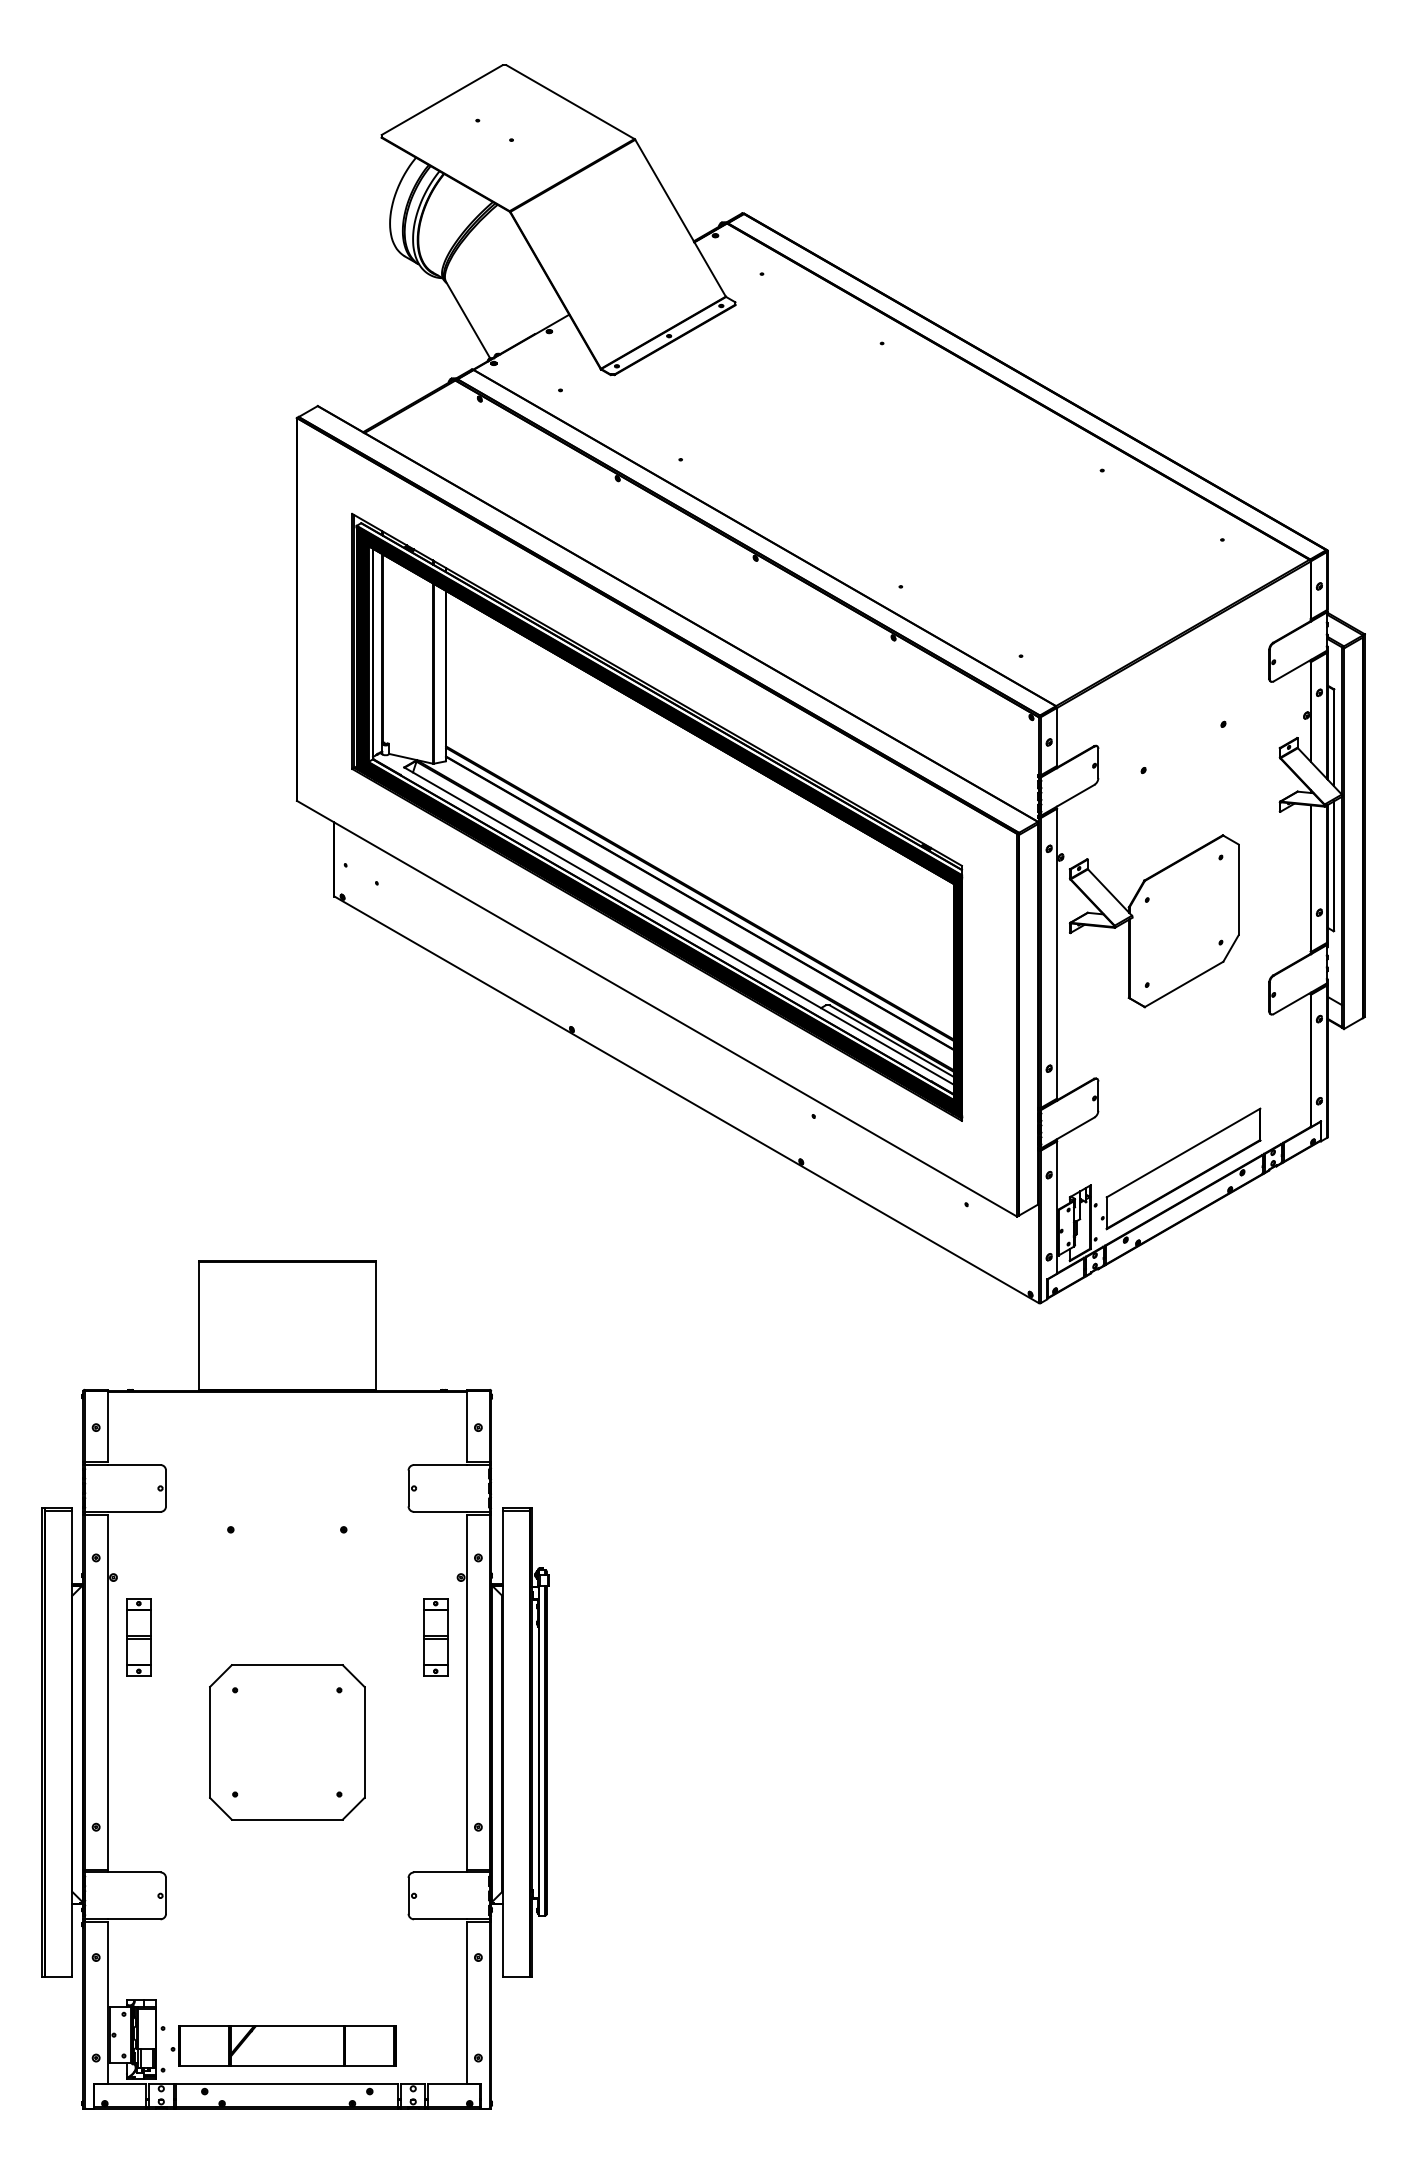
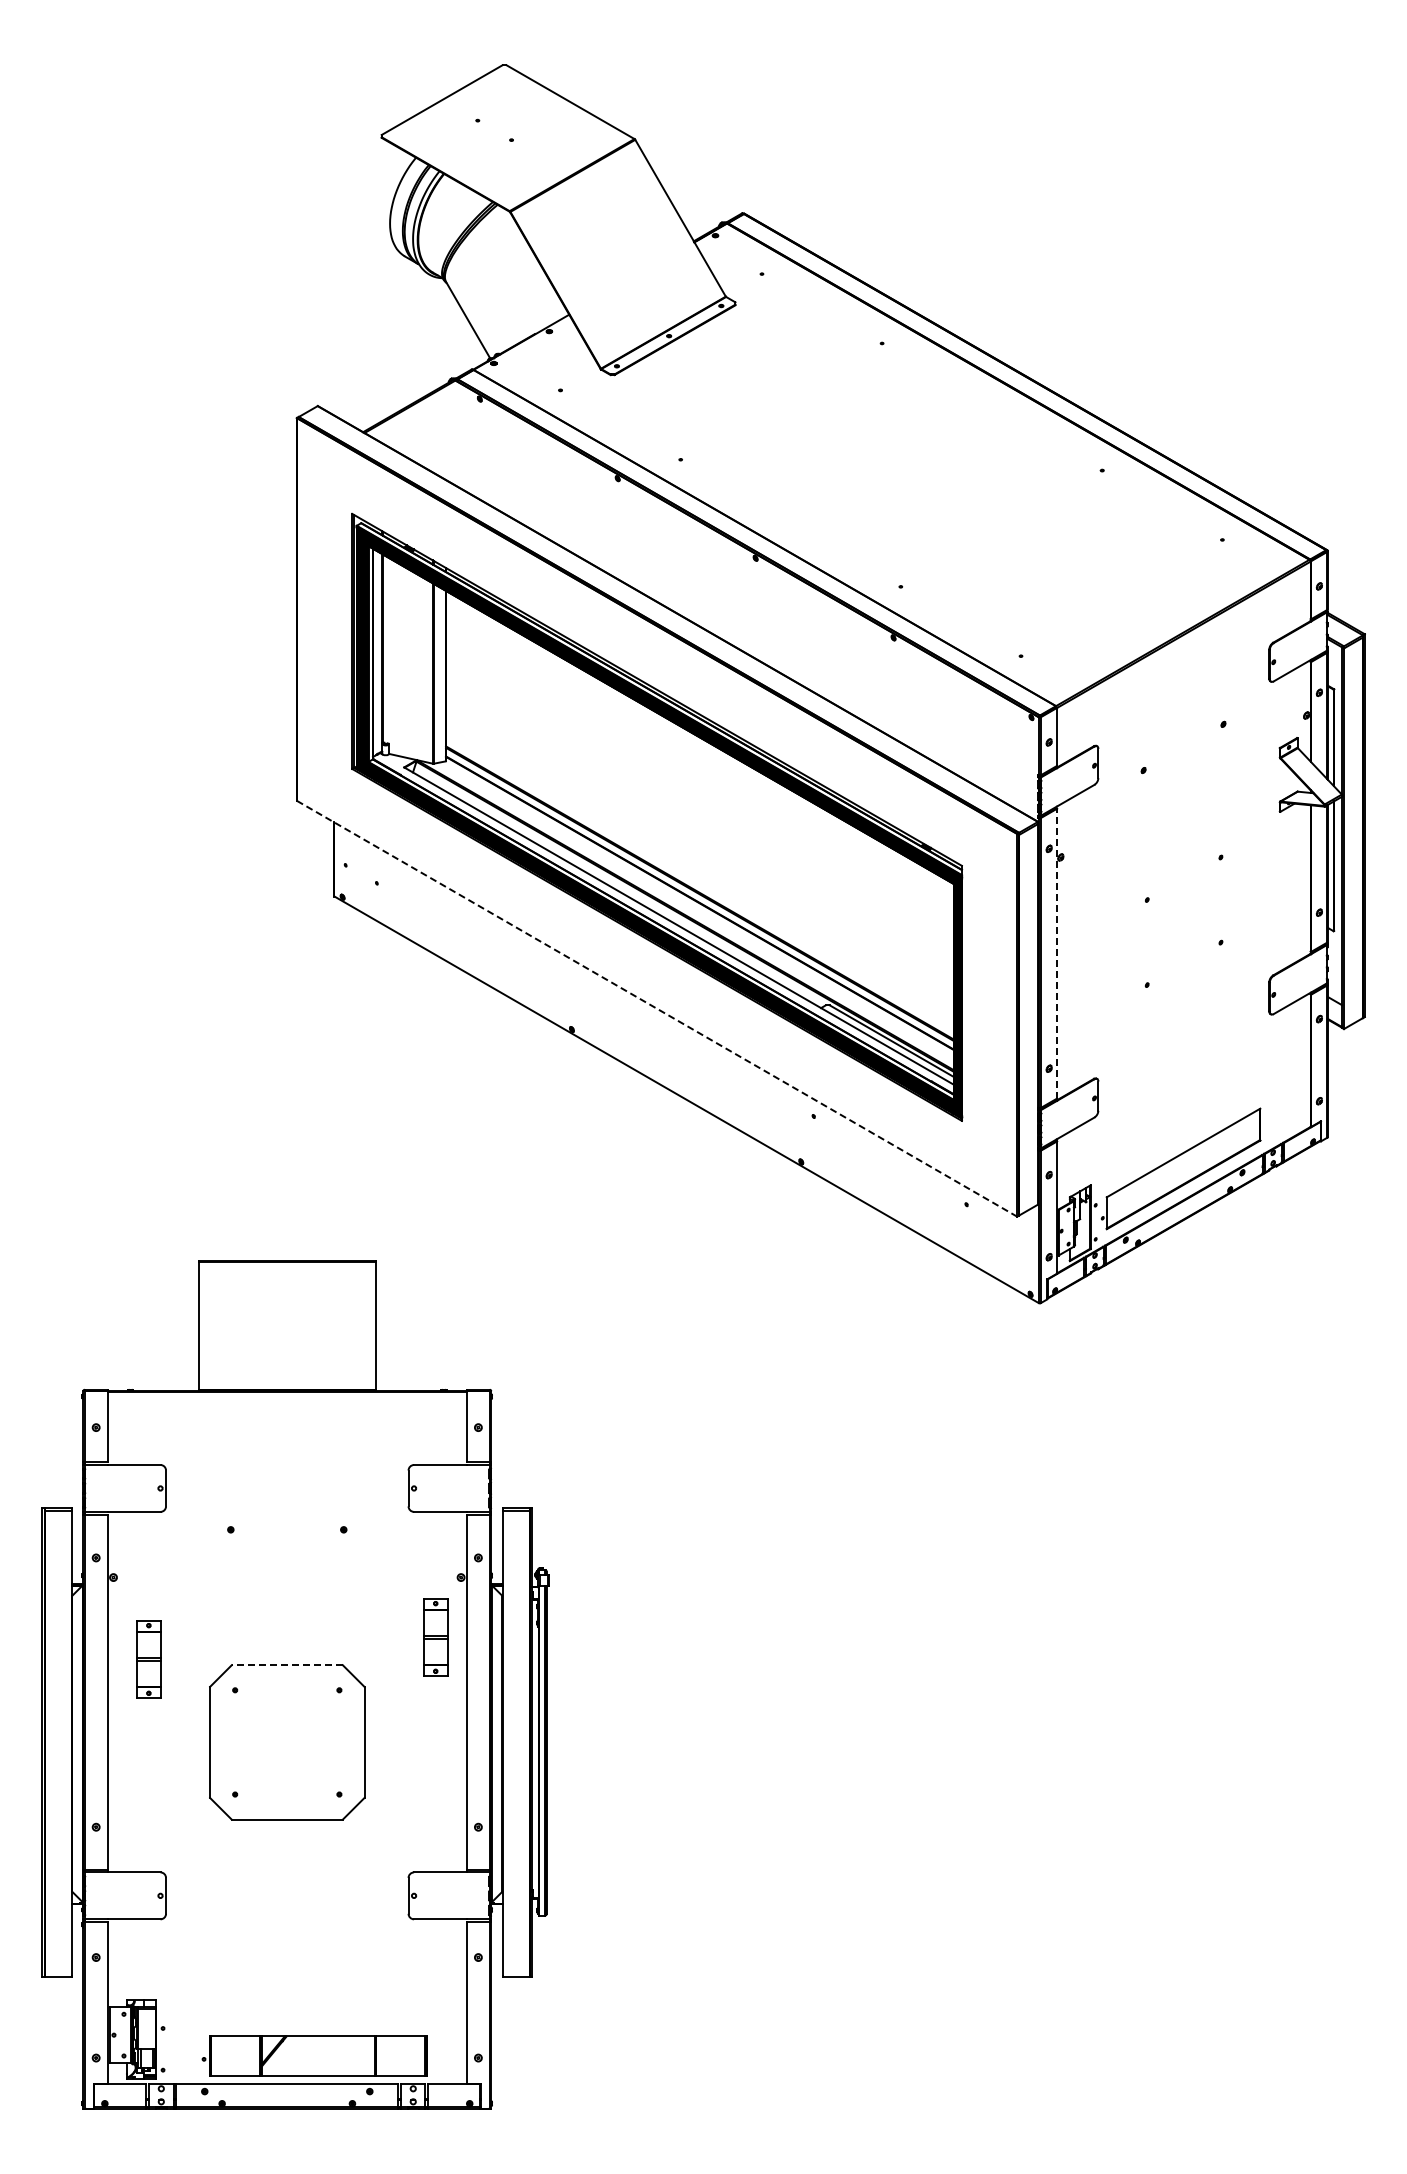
part at (1153, 921): present -> none
line at (1057, 953): solid -> dashed
line at (657, 1008): solid -> dashed
part at (138, 1637) position: (138, 1637) -> (148, 1659)
line at (287, 1665): solid -> dashed
part at (283, 2045) position: (283, 2045) -> (314, 2055)
